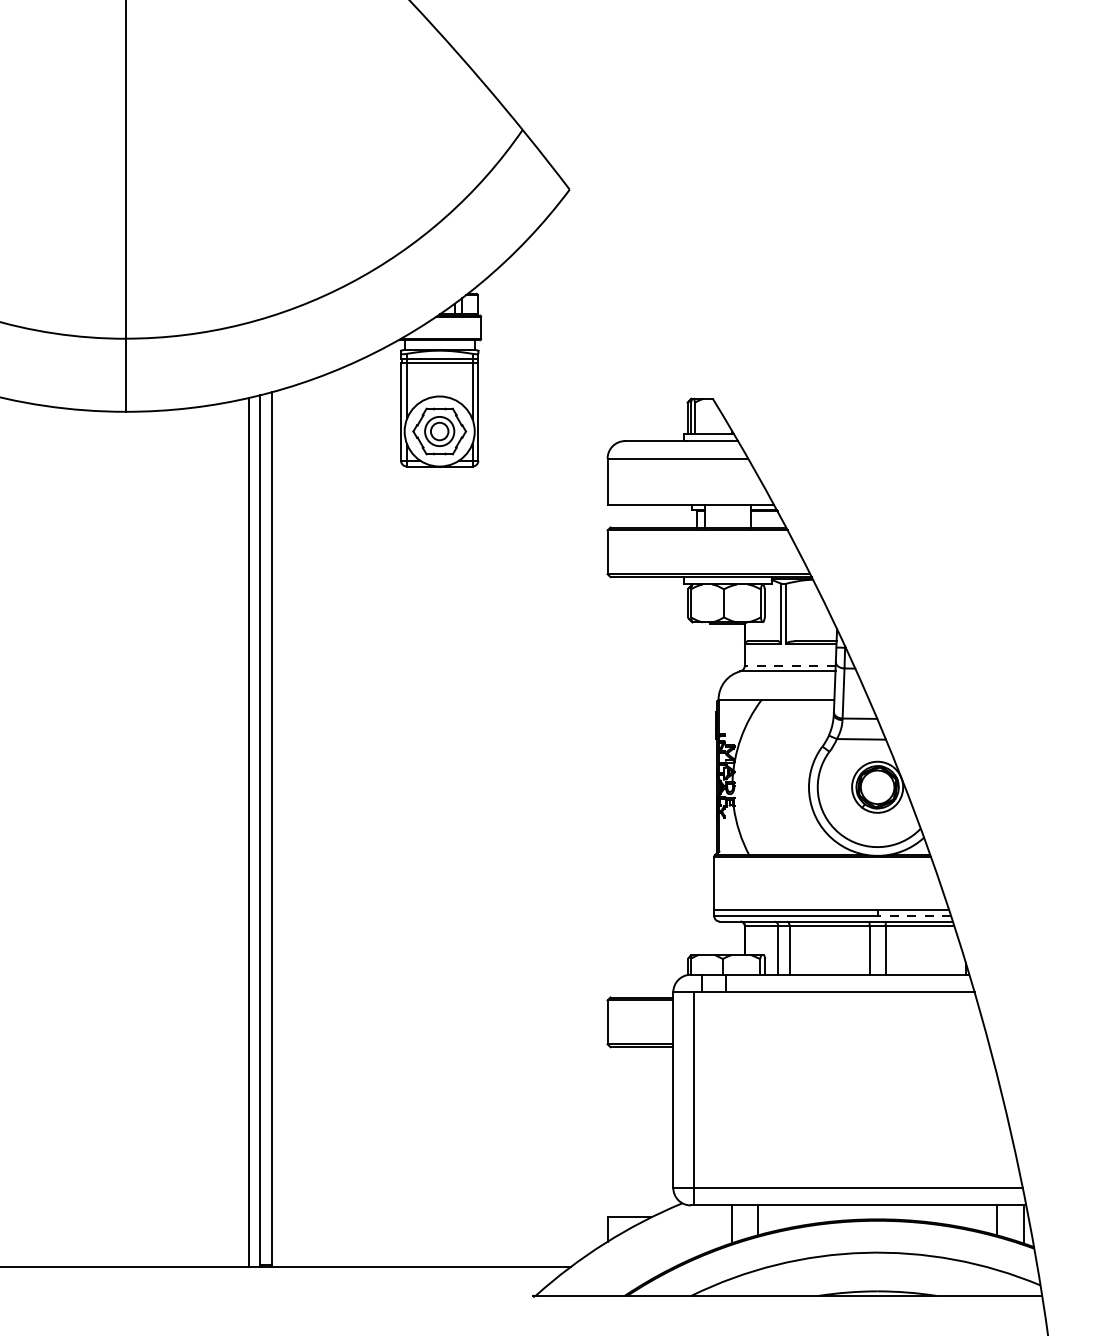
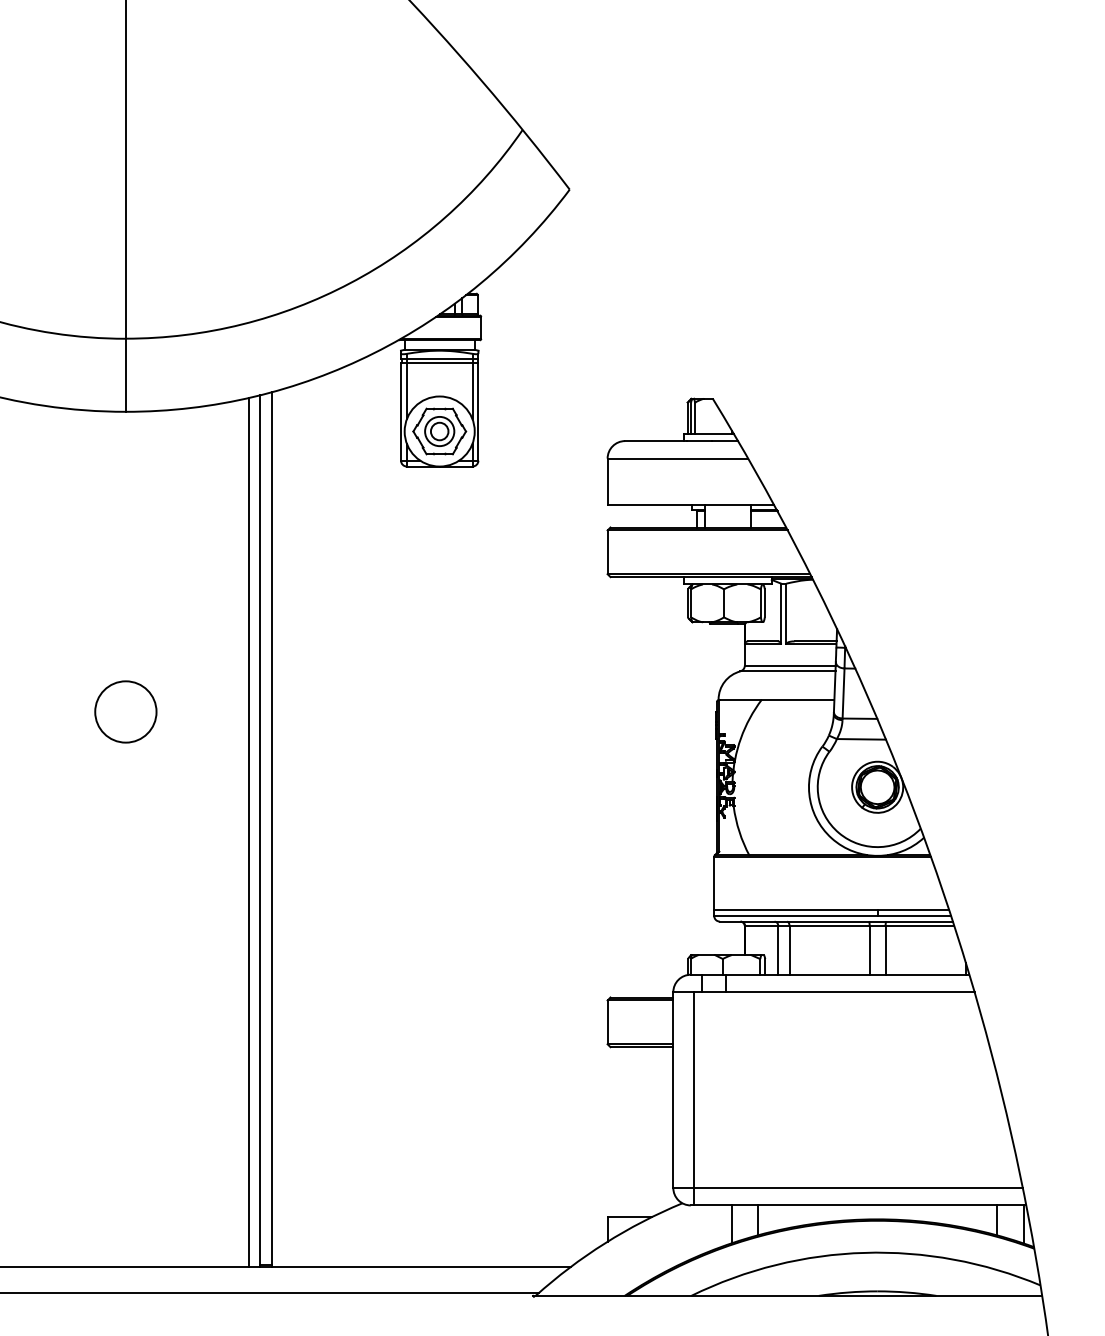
line at (789, 665): dashed -> solid
circle at (125, 711): none -> present
line at (914, 915): dashed -> solid
line at (270, 1293): none -> present
